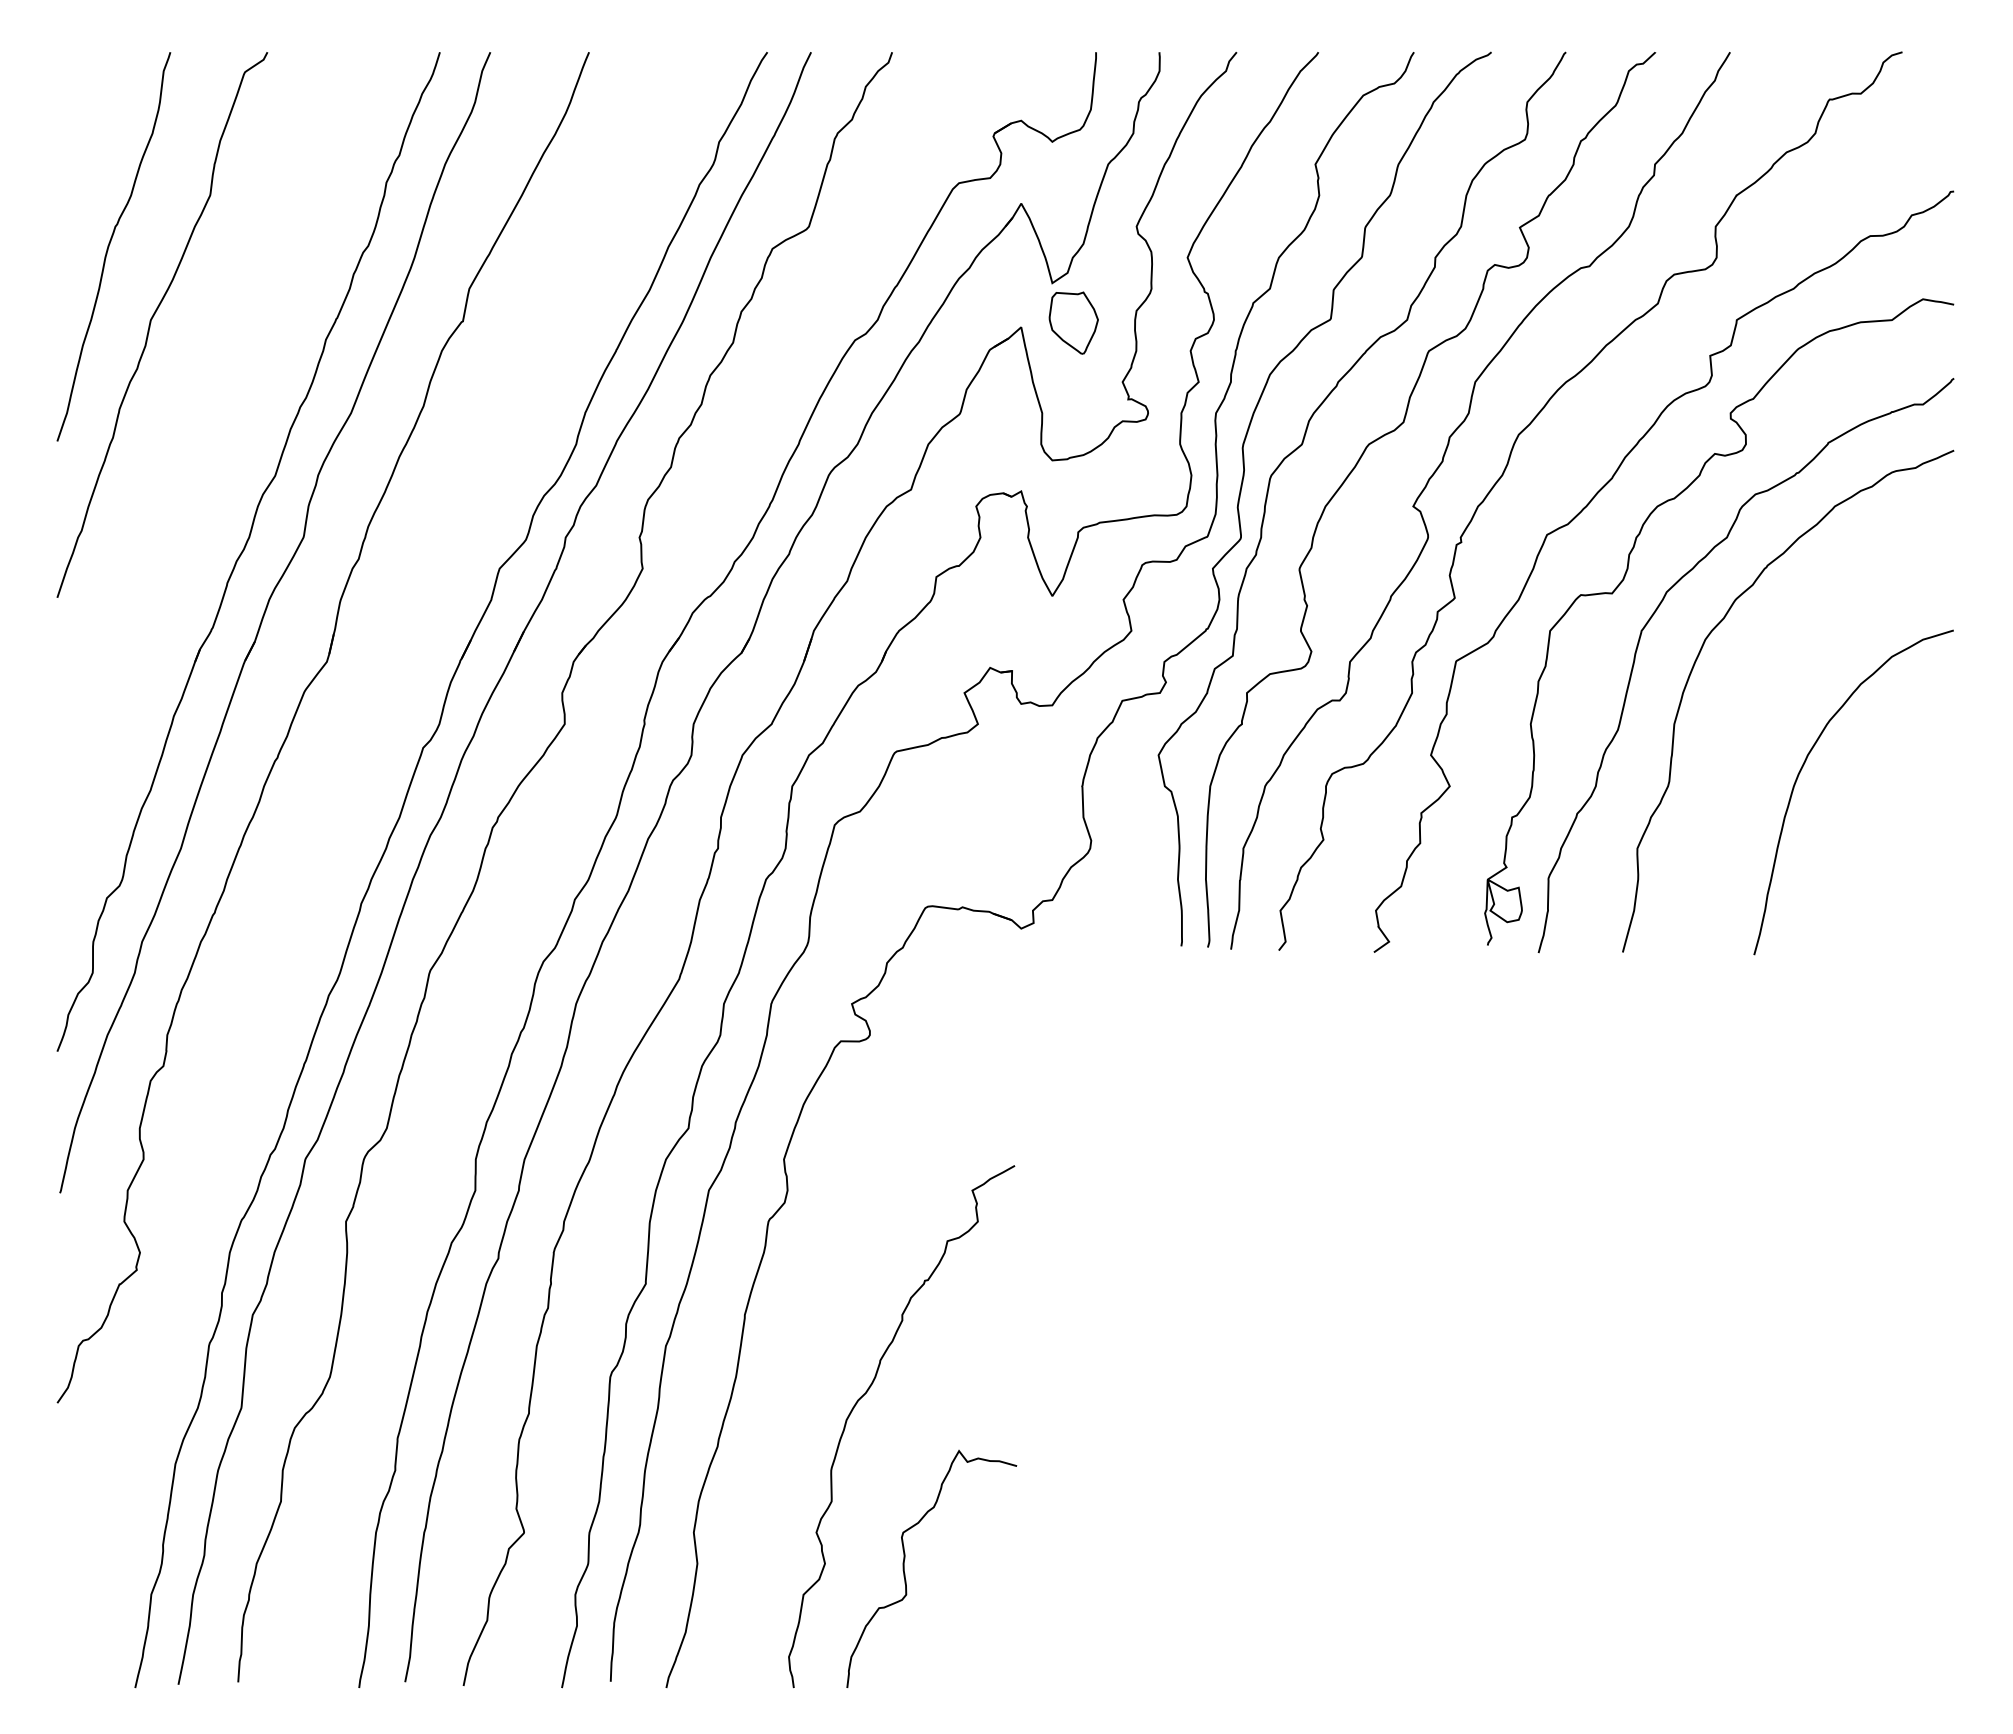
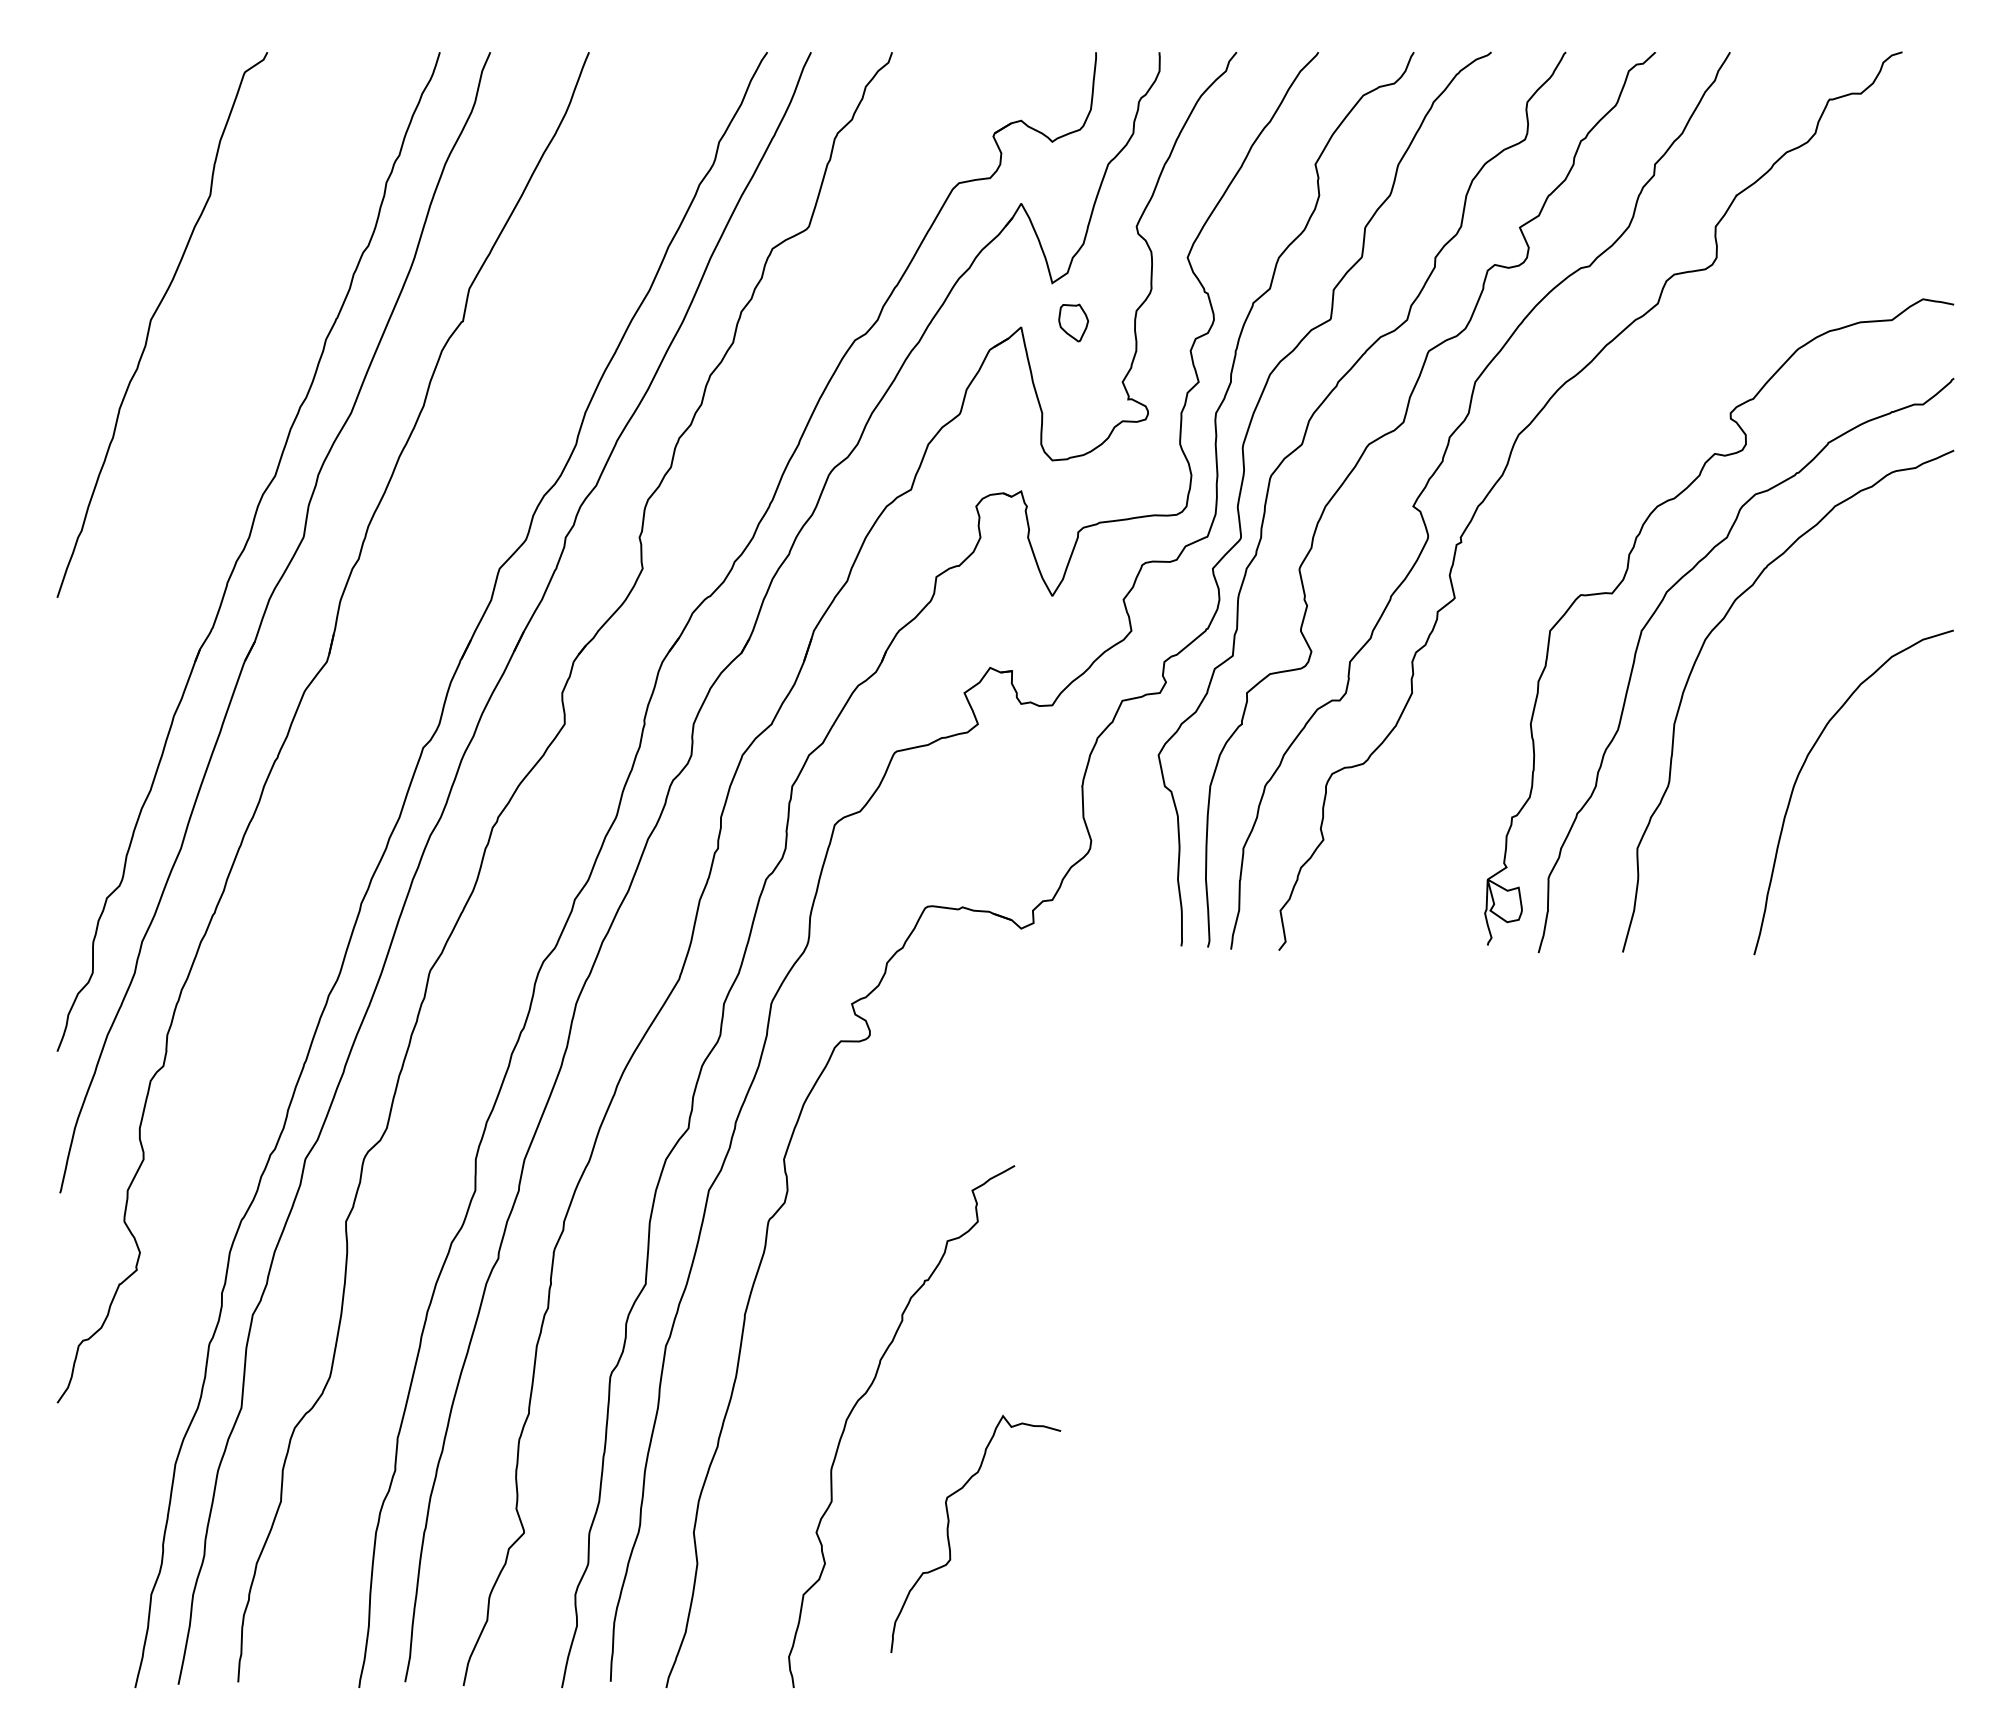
curve at (110, 244): present -> none
part at (1073, 322) size: 51x64 px -> 32x40 px
curve at (1590, 503): present -> none
curve at (905, 1573) position: (905, 1573) -> (949, 1538)
